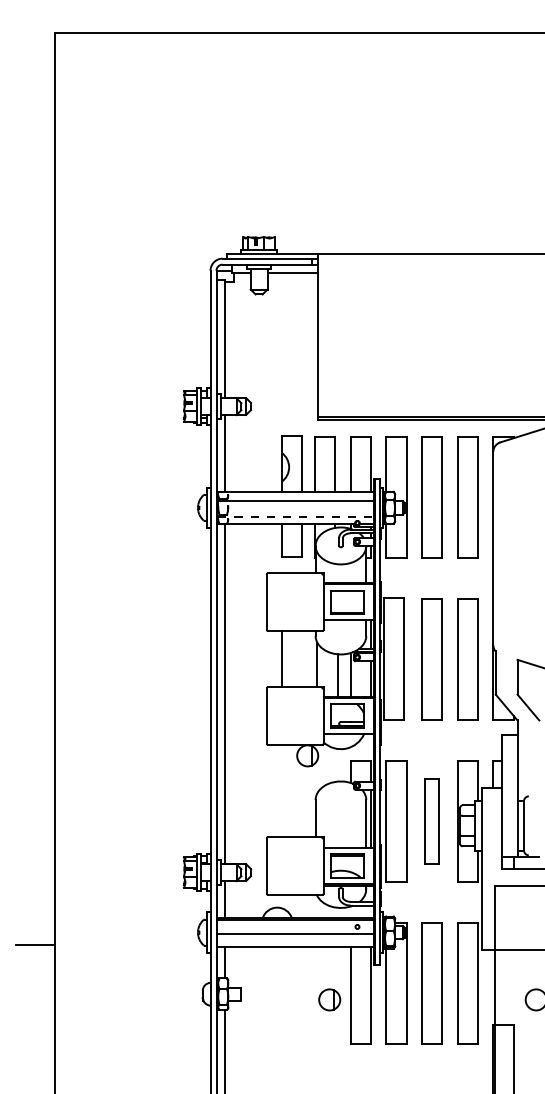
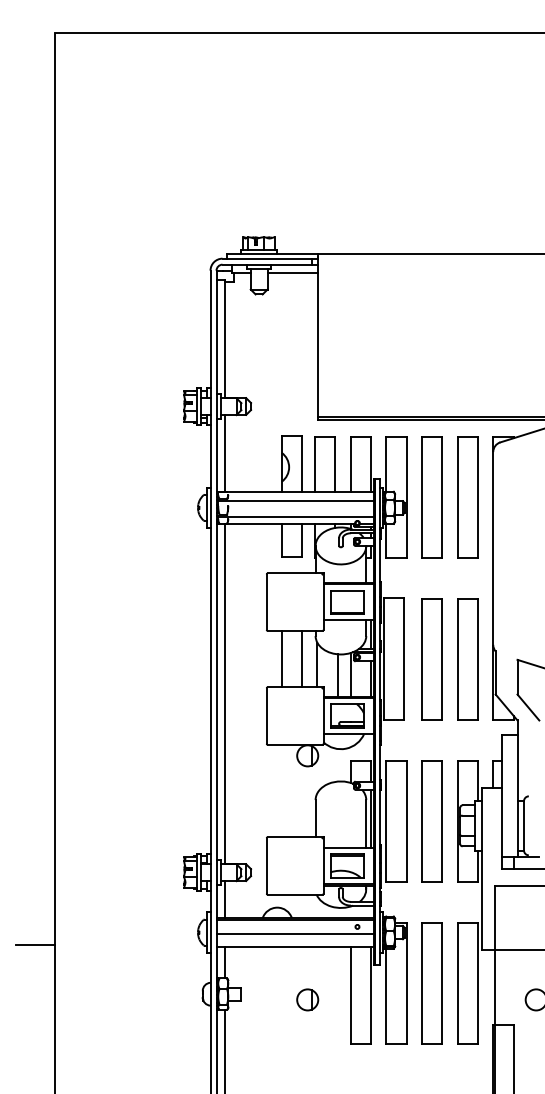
line at (296, 516): dashed -> solid
line at (302, 658): none -> present
part at (431, 821) size: 16x87 px -> 22x123 px
part at (329, 999) position: (329, 999) -> (307, 999)
